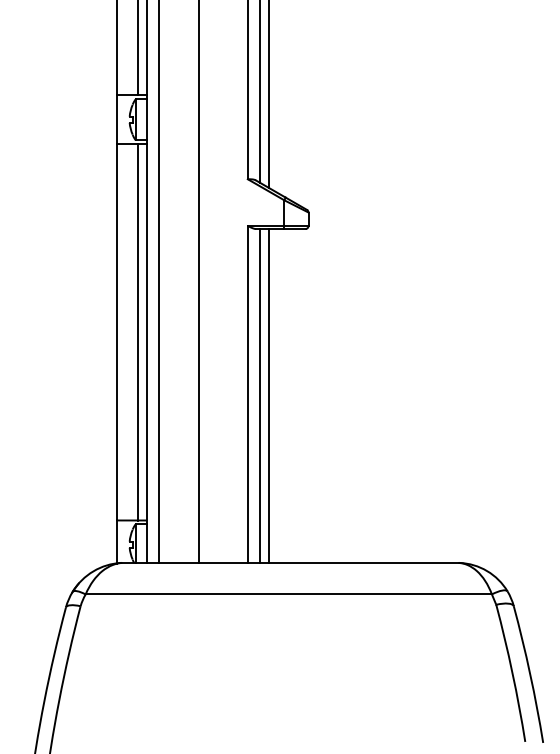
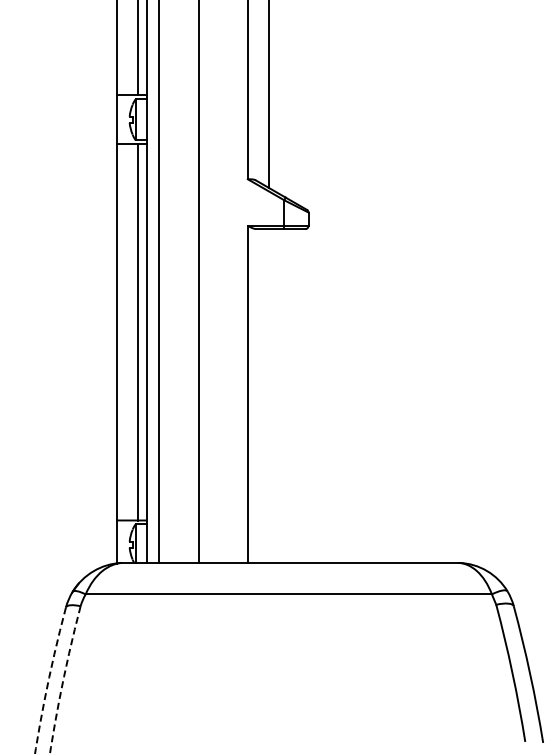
line at (259, 92): present -> none
line at (259, 395): present -> none
line at (269, 395): present -> none
arc at (63, 679): solid -> dashed
arc at (48, 680): solid -> dashed
